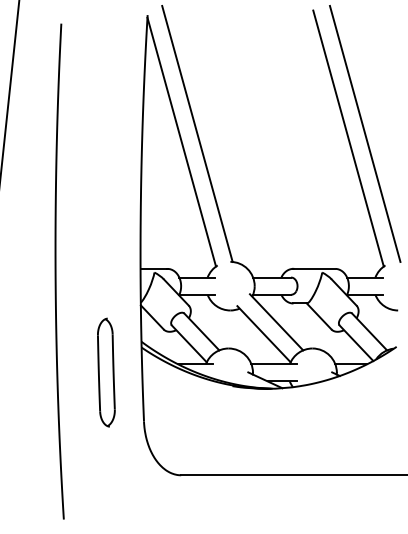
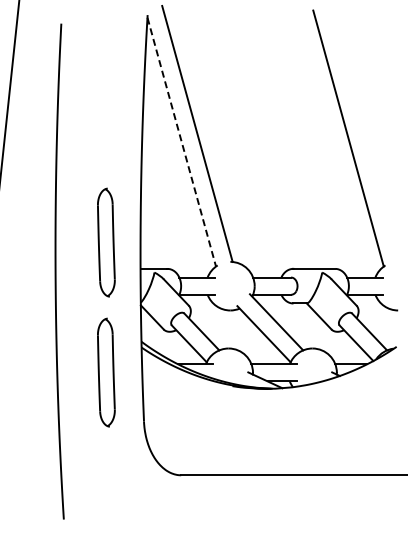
line at (364, 133): present -> none
line at (181, 142): solid -> dashed
part at (106, 242): none -> present
